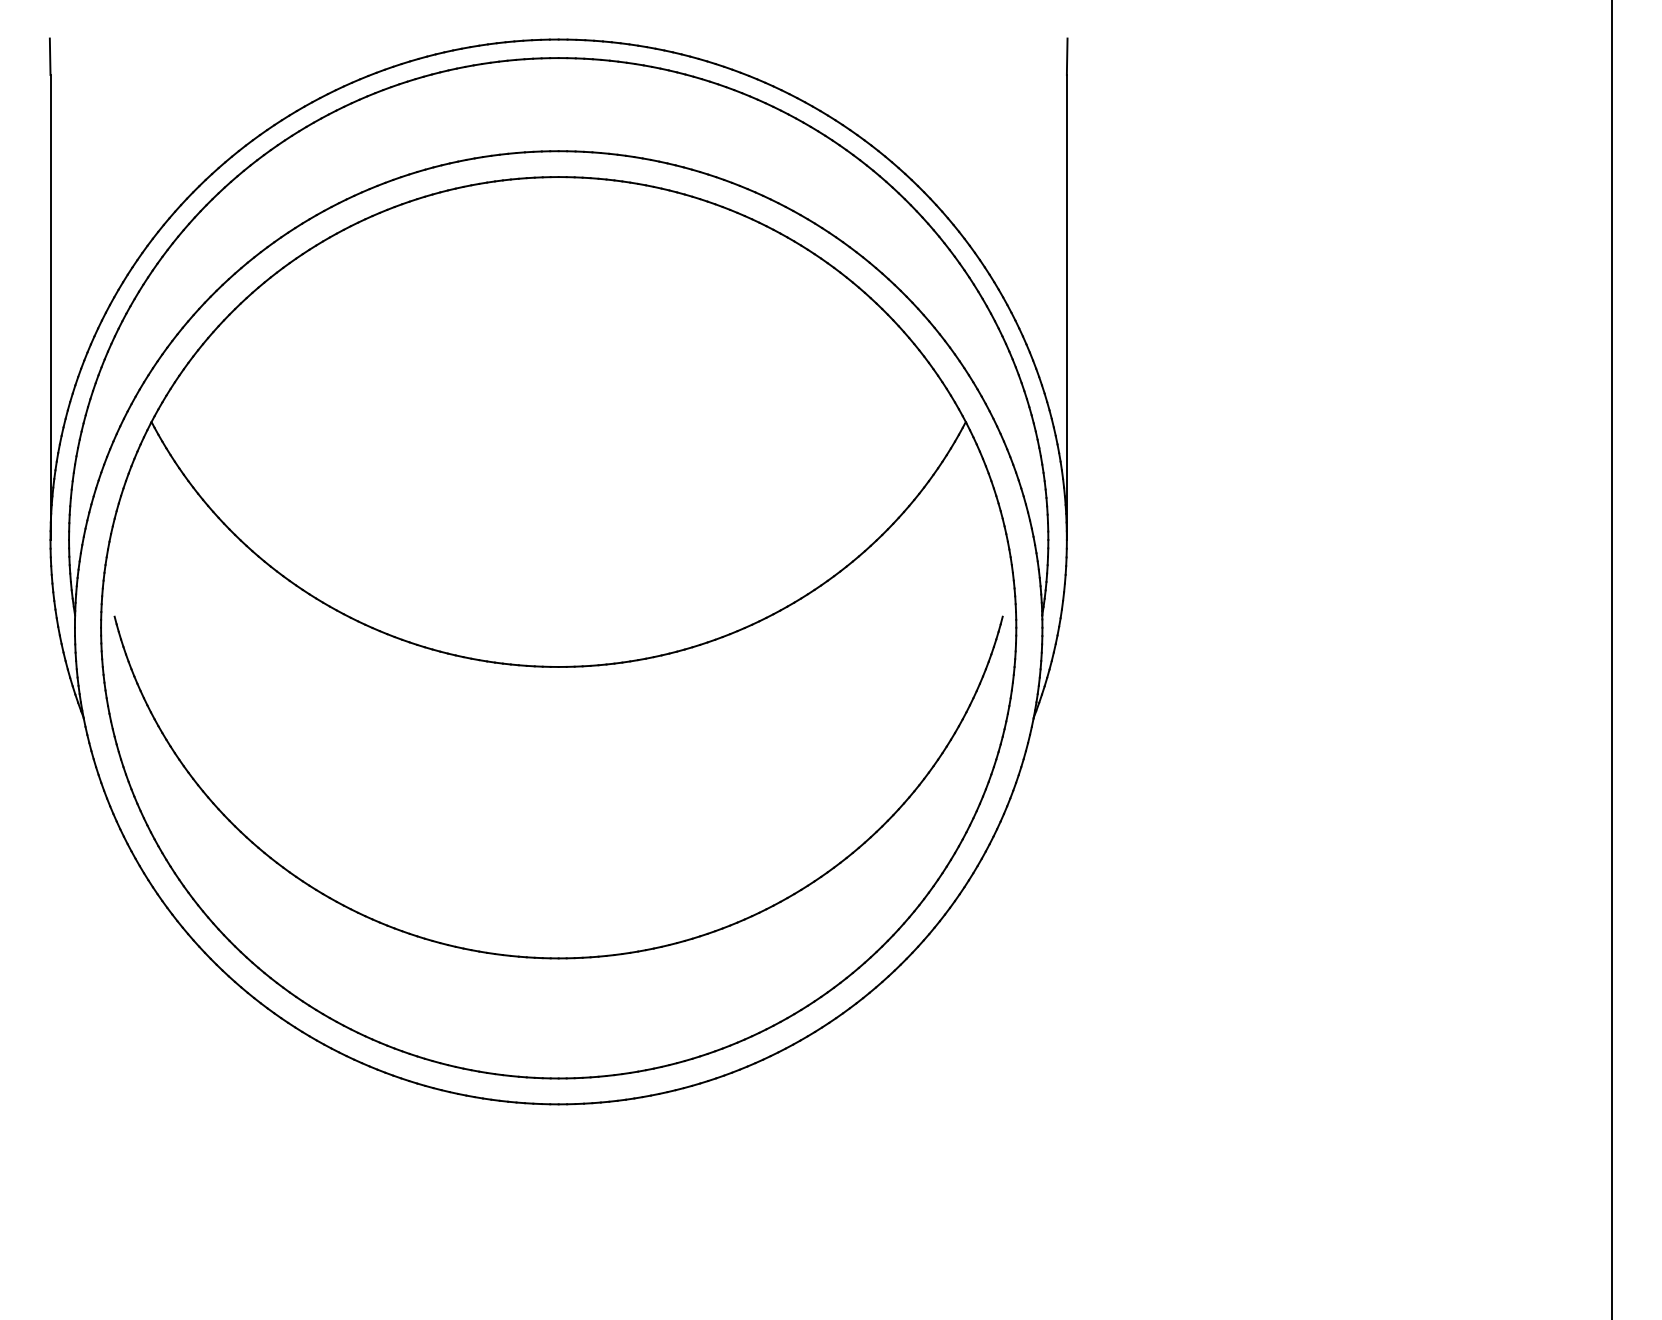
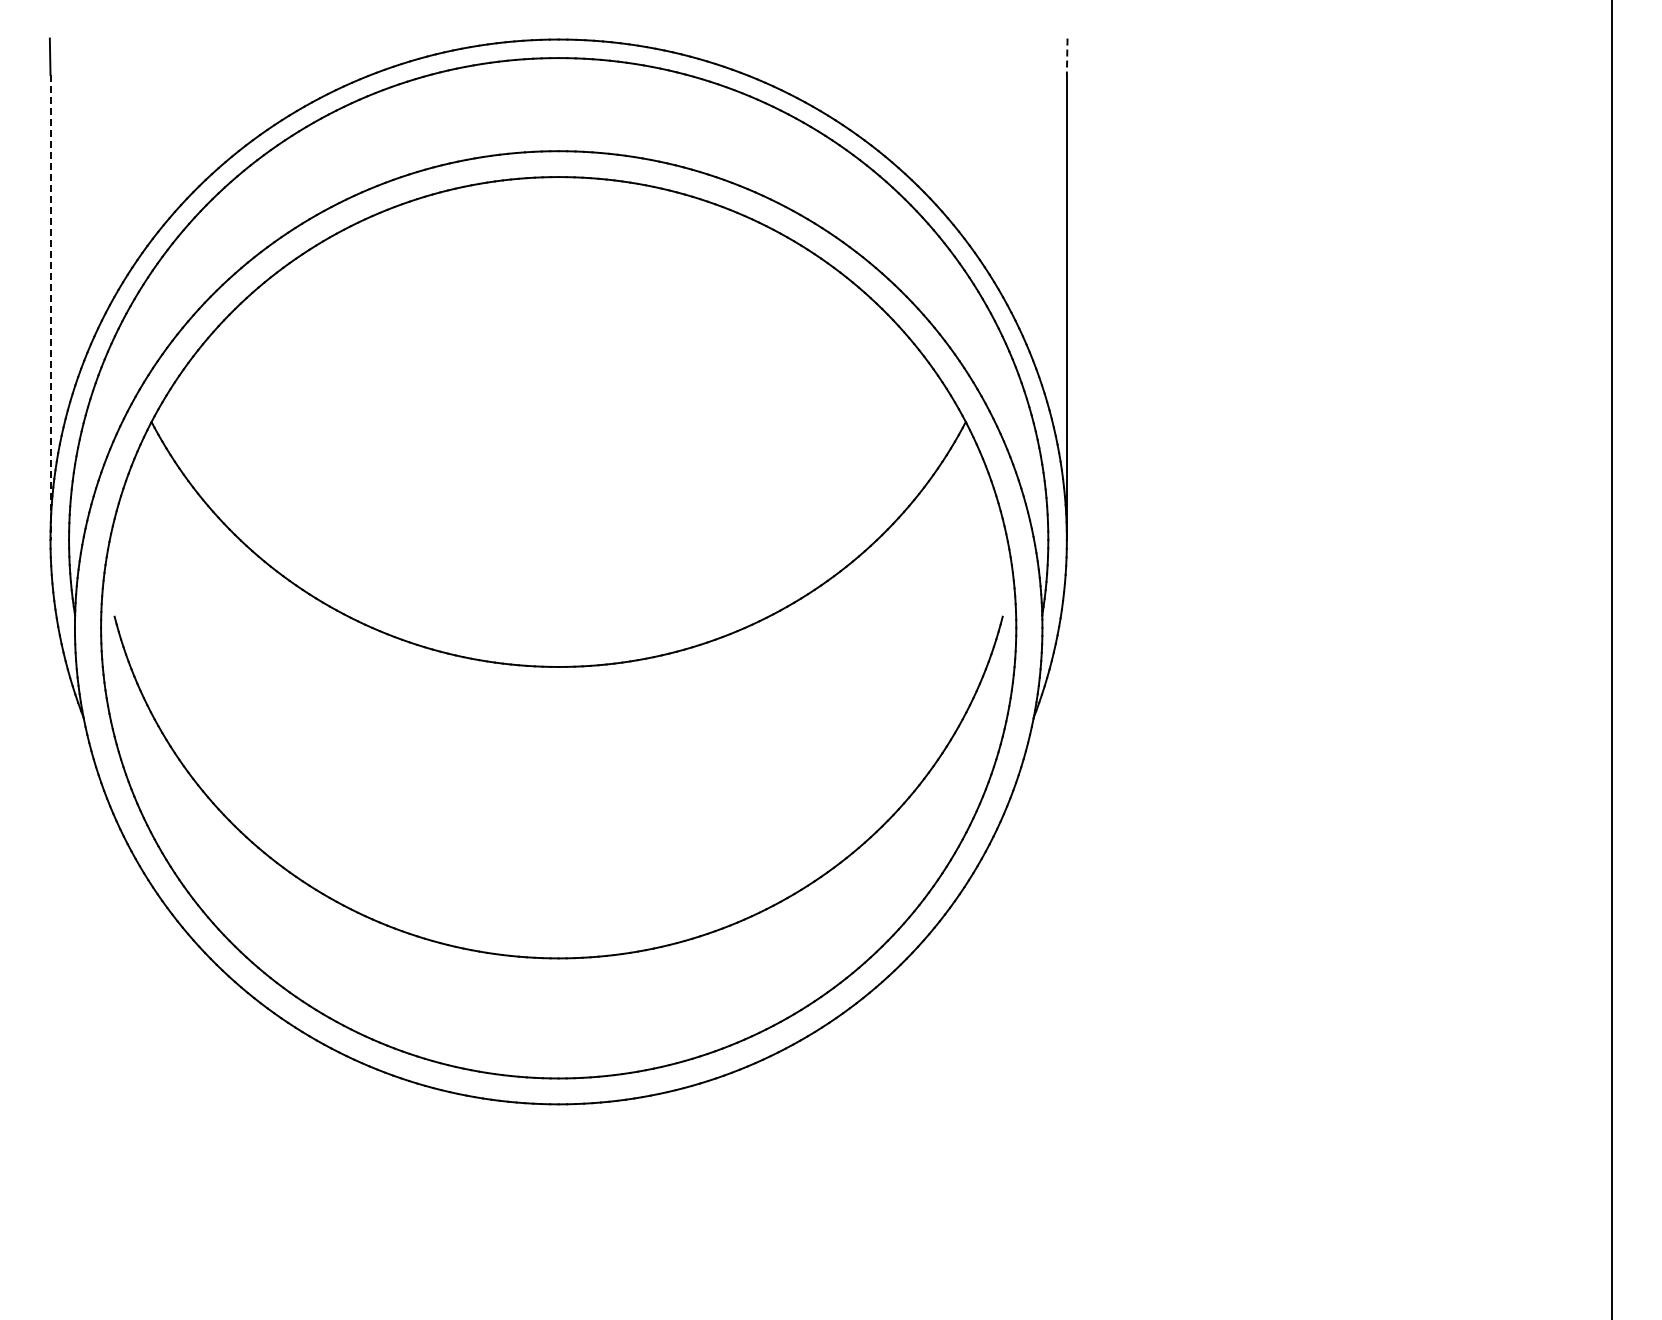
line at (1067, 57): solid -> dashed
line at (50, 307): solid -> dashed
